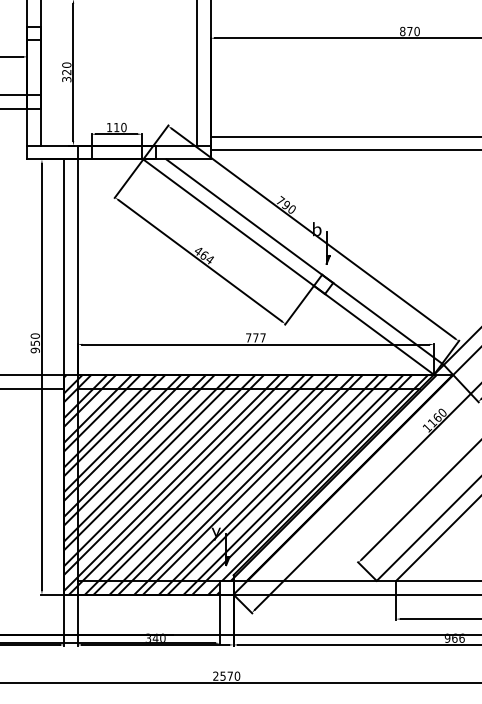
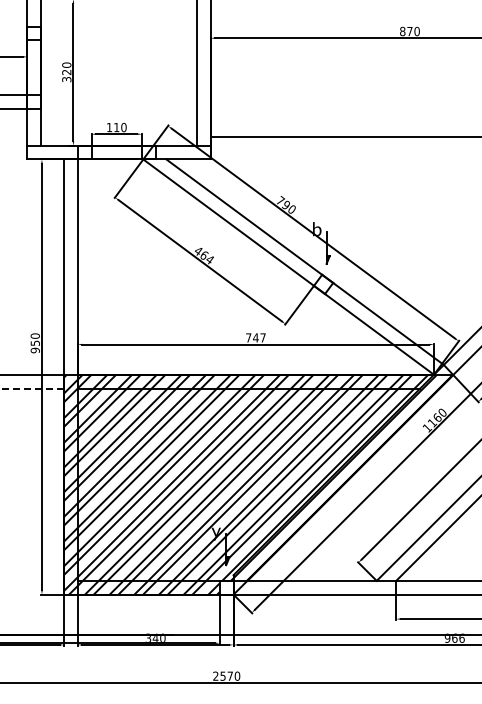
line at (344, 150): present -> none
text at (255, 337): 777 -> 747
line at (32, 388): solid -> dashed
